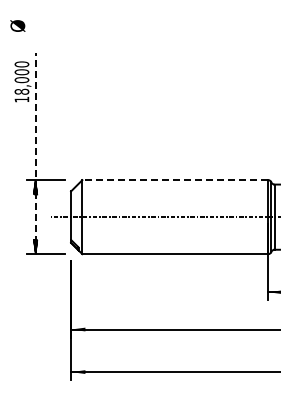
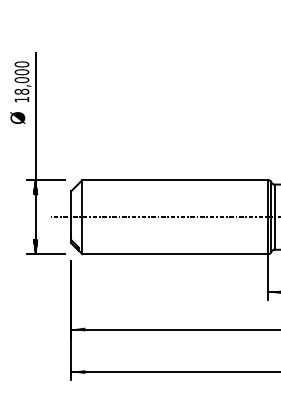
text at (17, 25) position: (17, 25) -> (17, 117)
line at (35, 153): dashed -> solid
line at (175, 180): dashed -> solid
